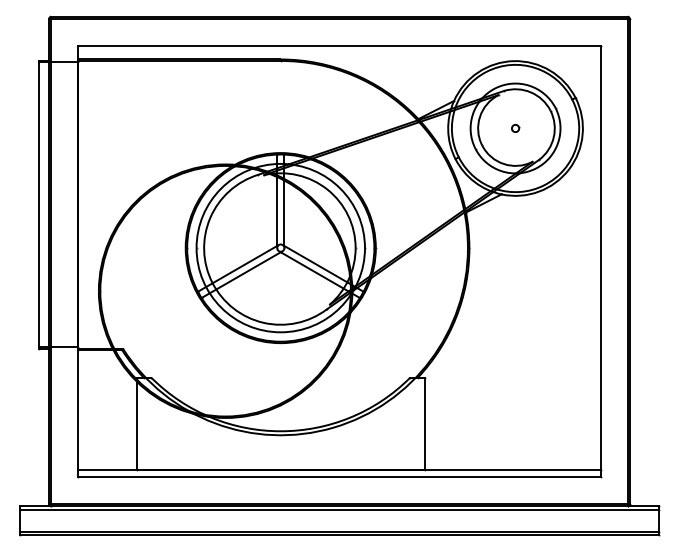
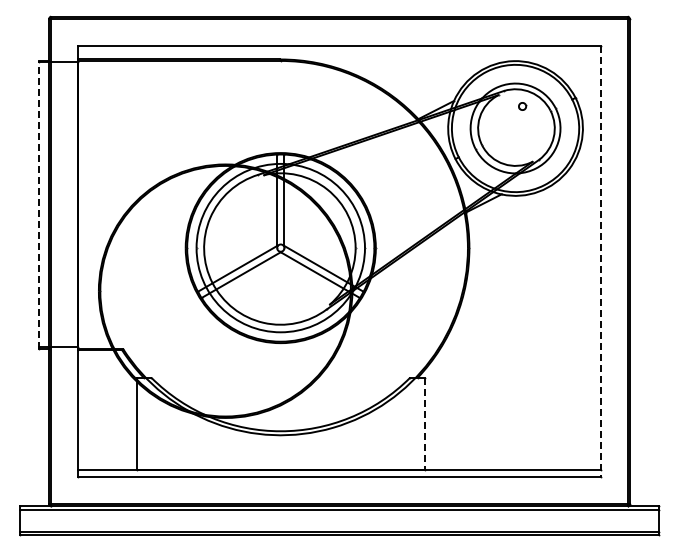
part at (515, 128) position: (515, 128) -> (522, 106)
line at (38, 204): solid -> dashed
line at (600, 261): solid -> dashed
line at (424, 424): solid -> dashed
